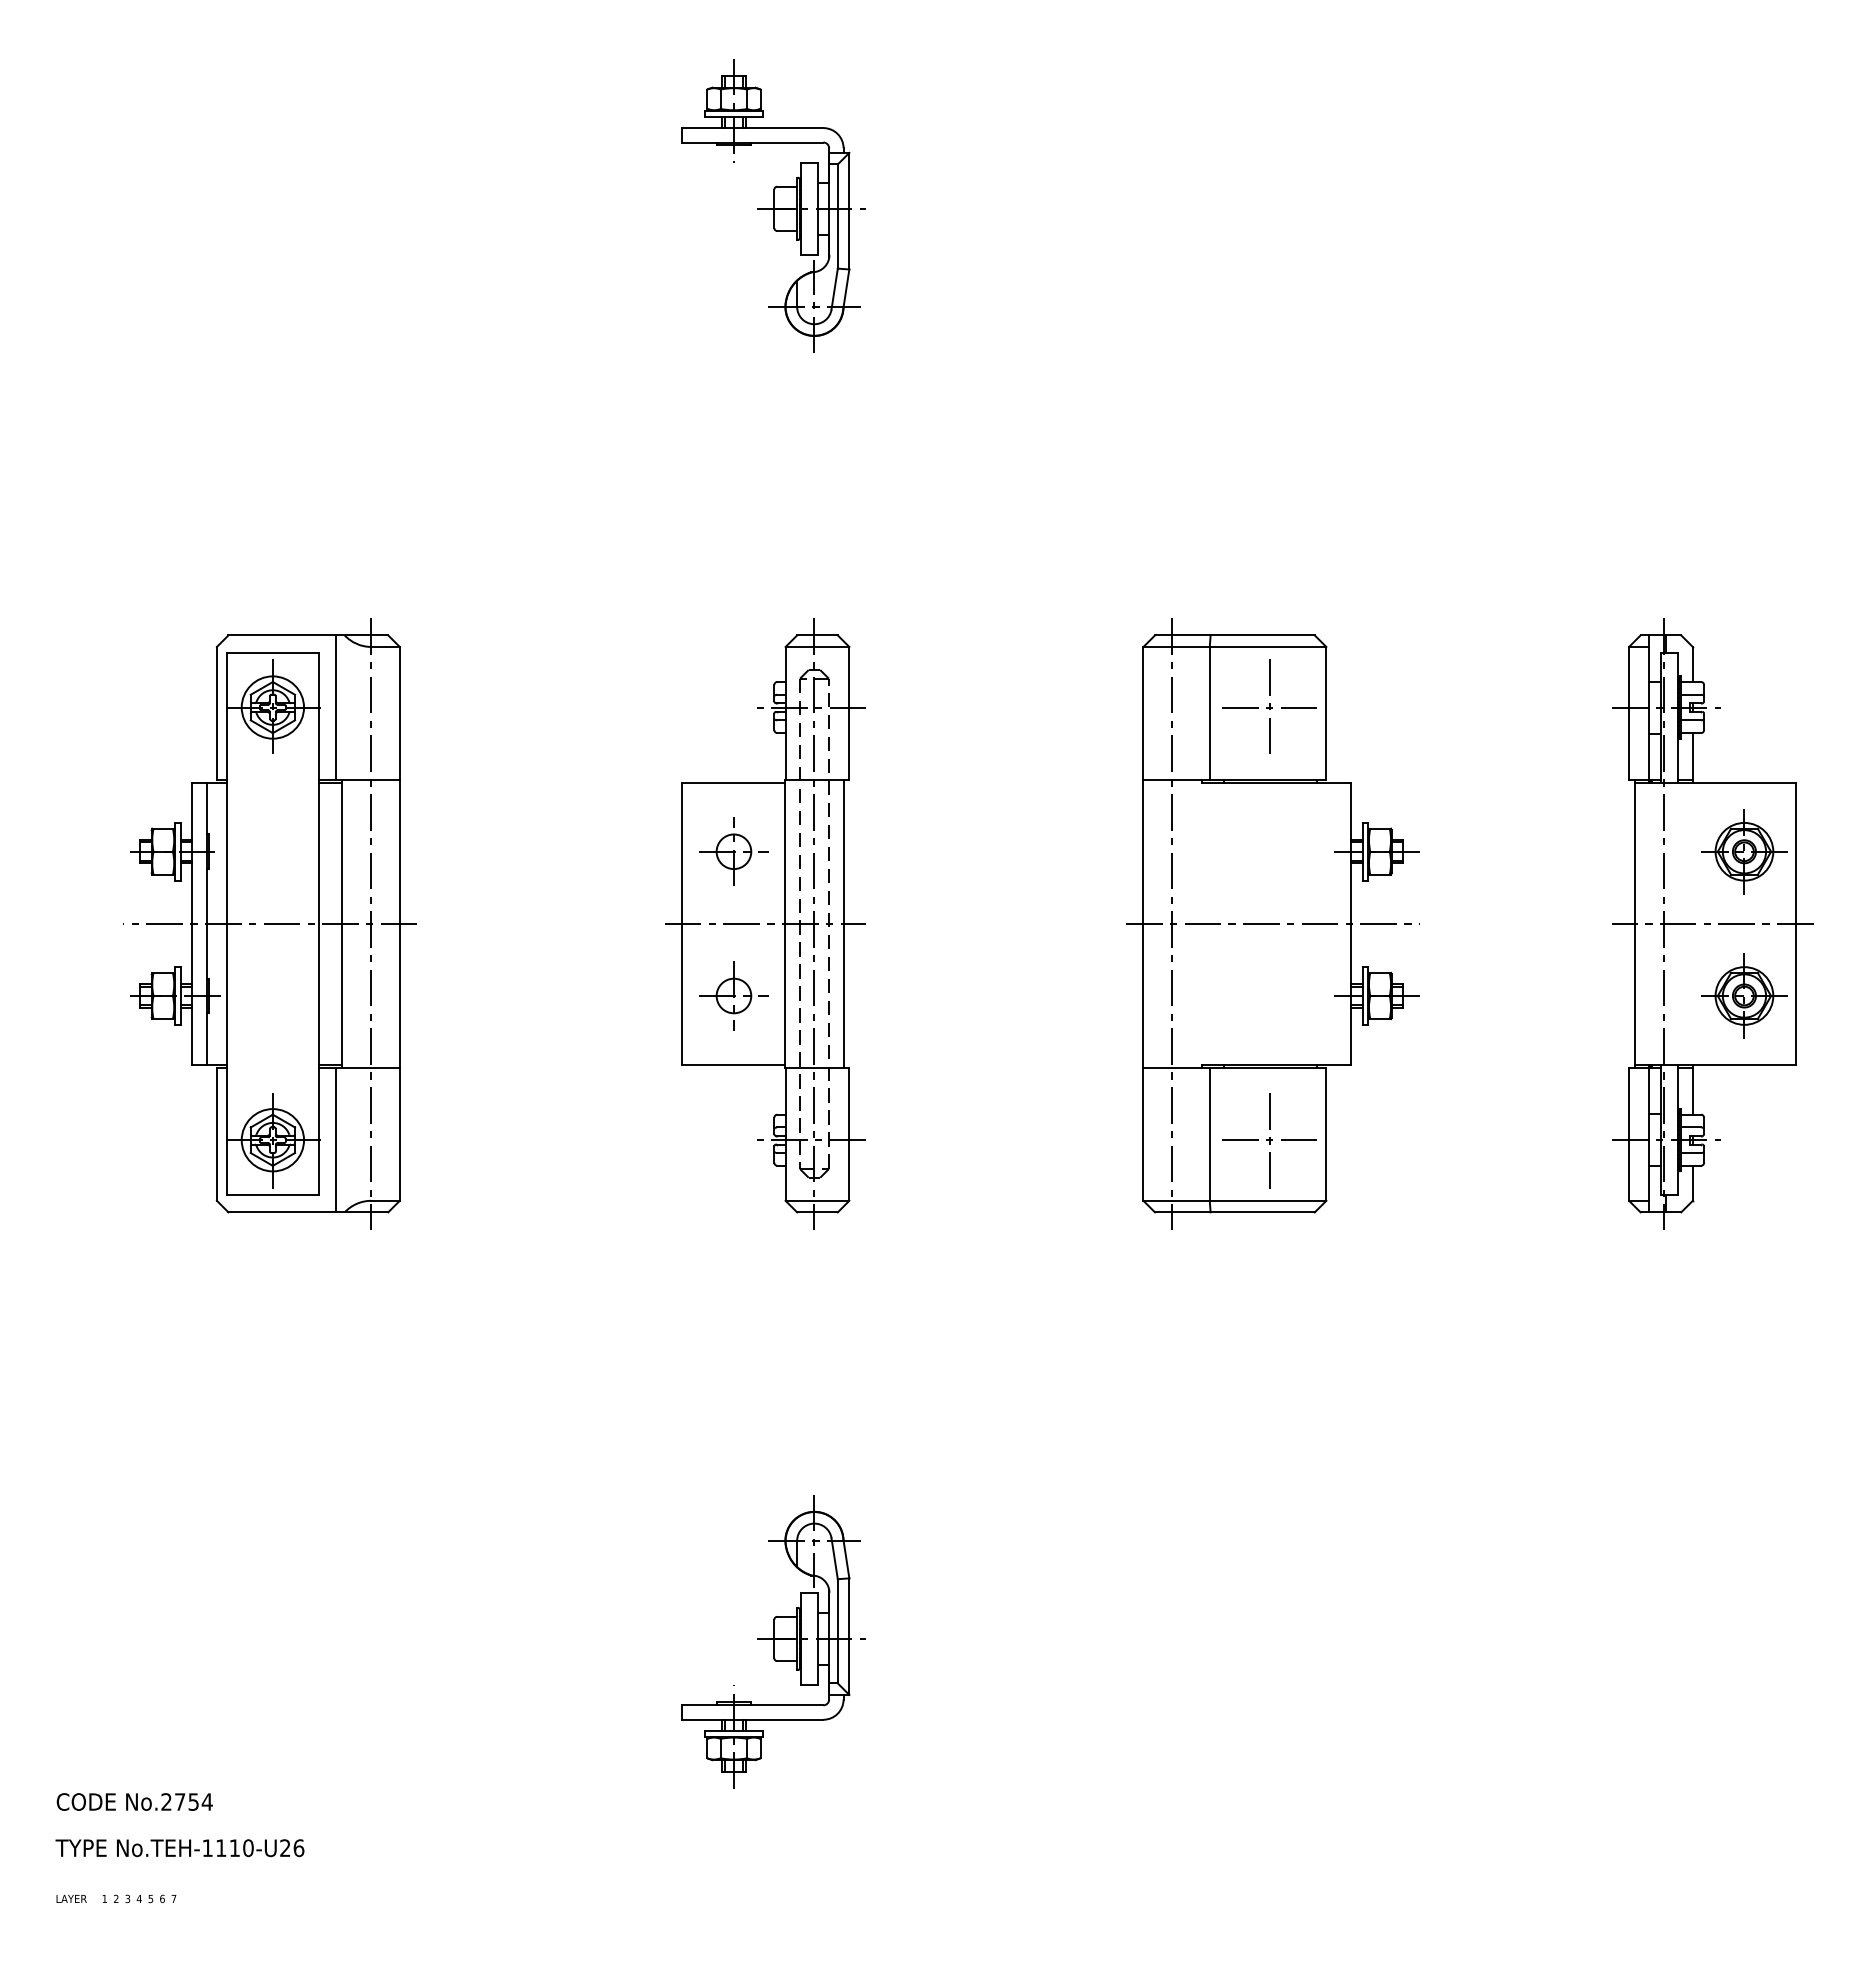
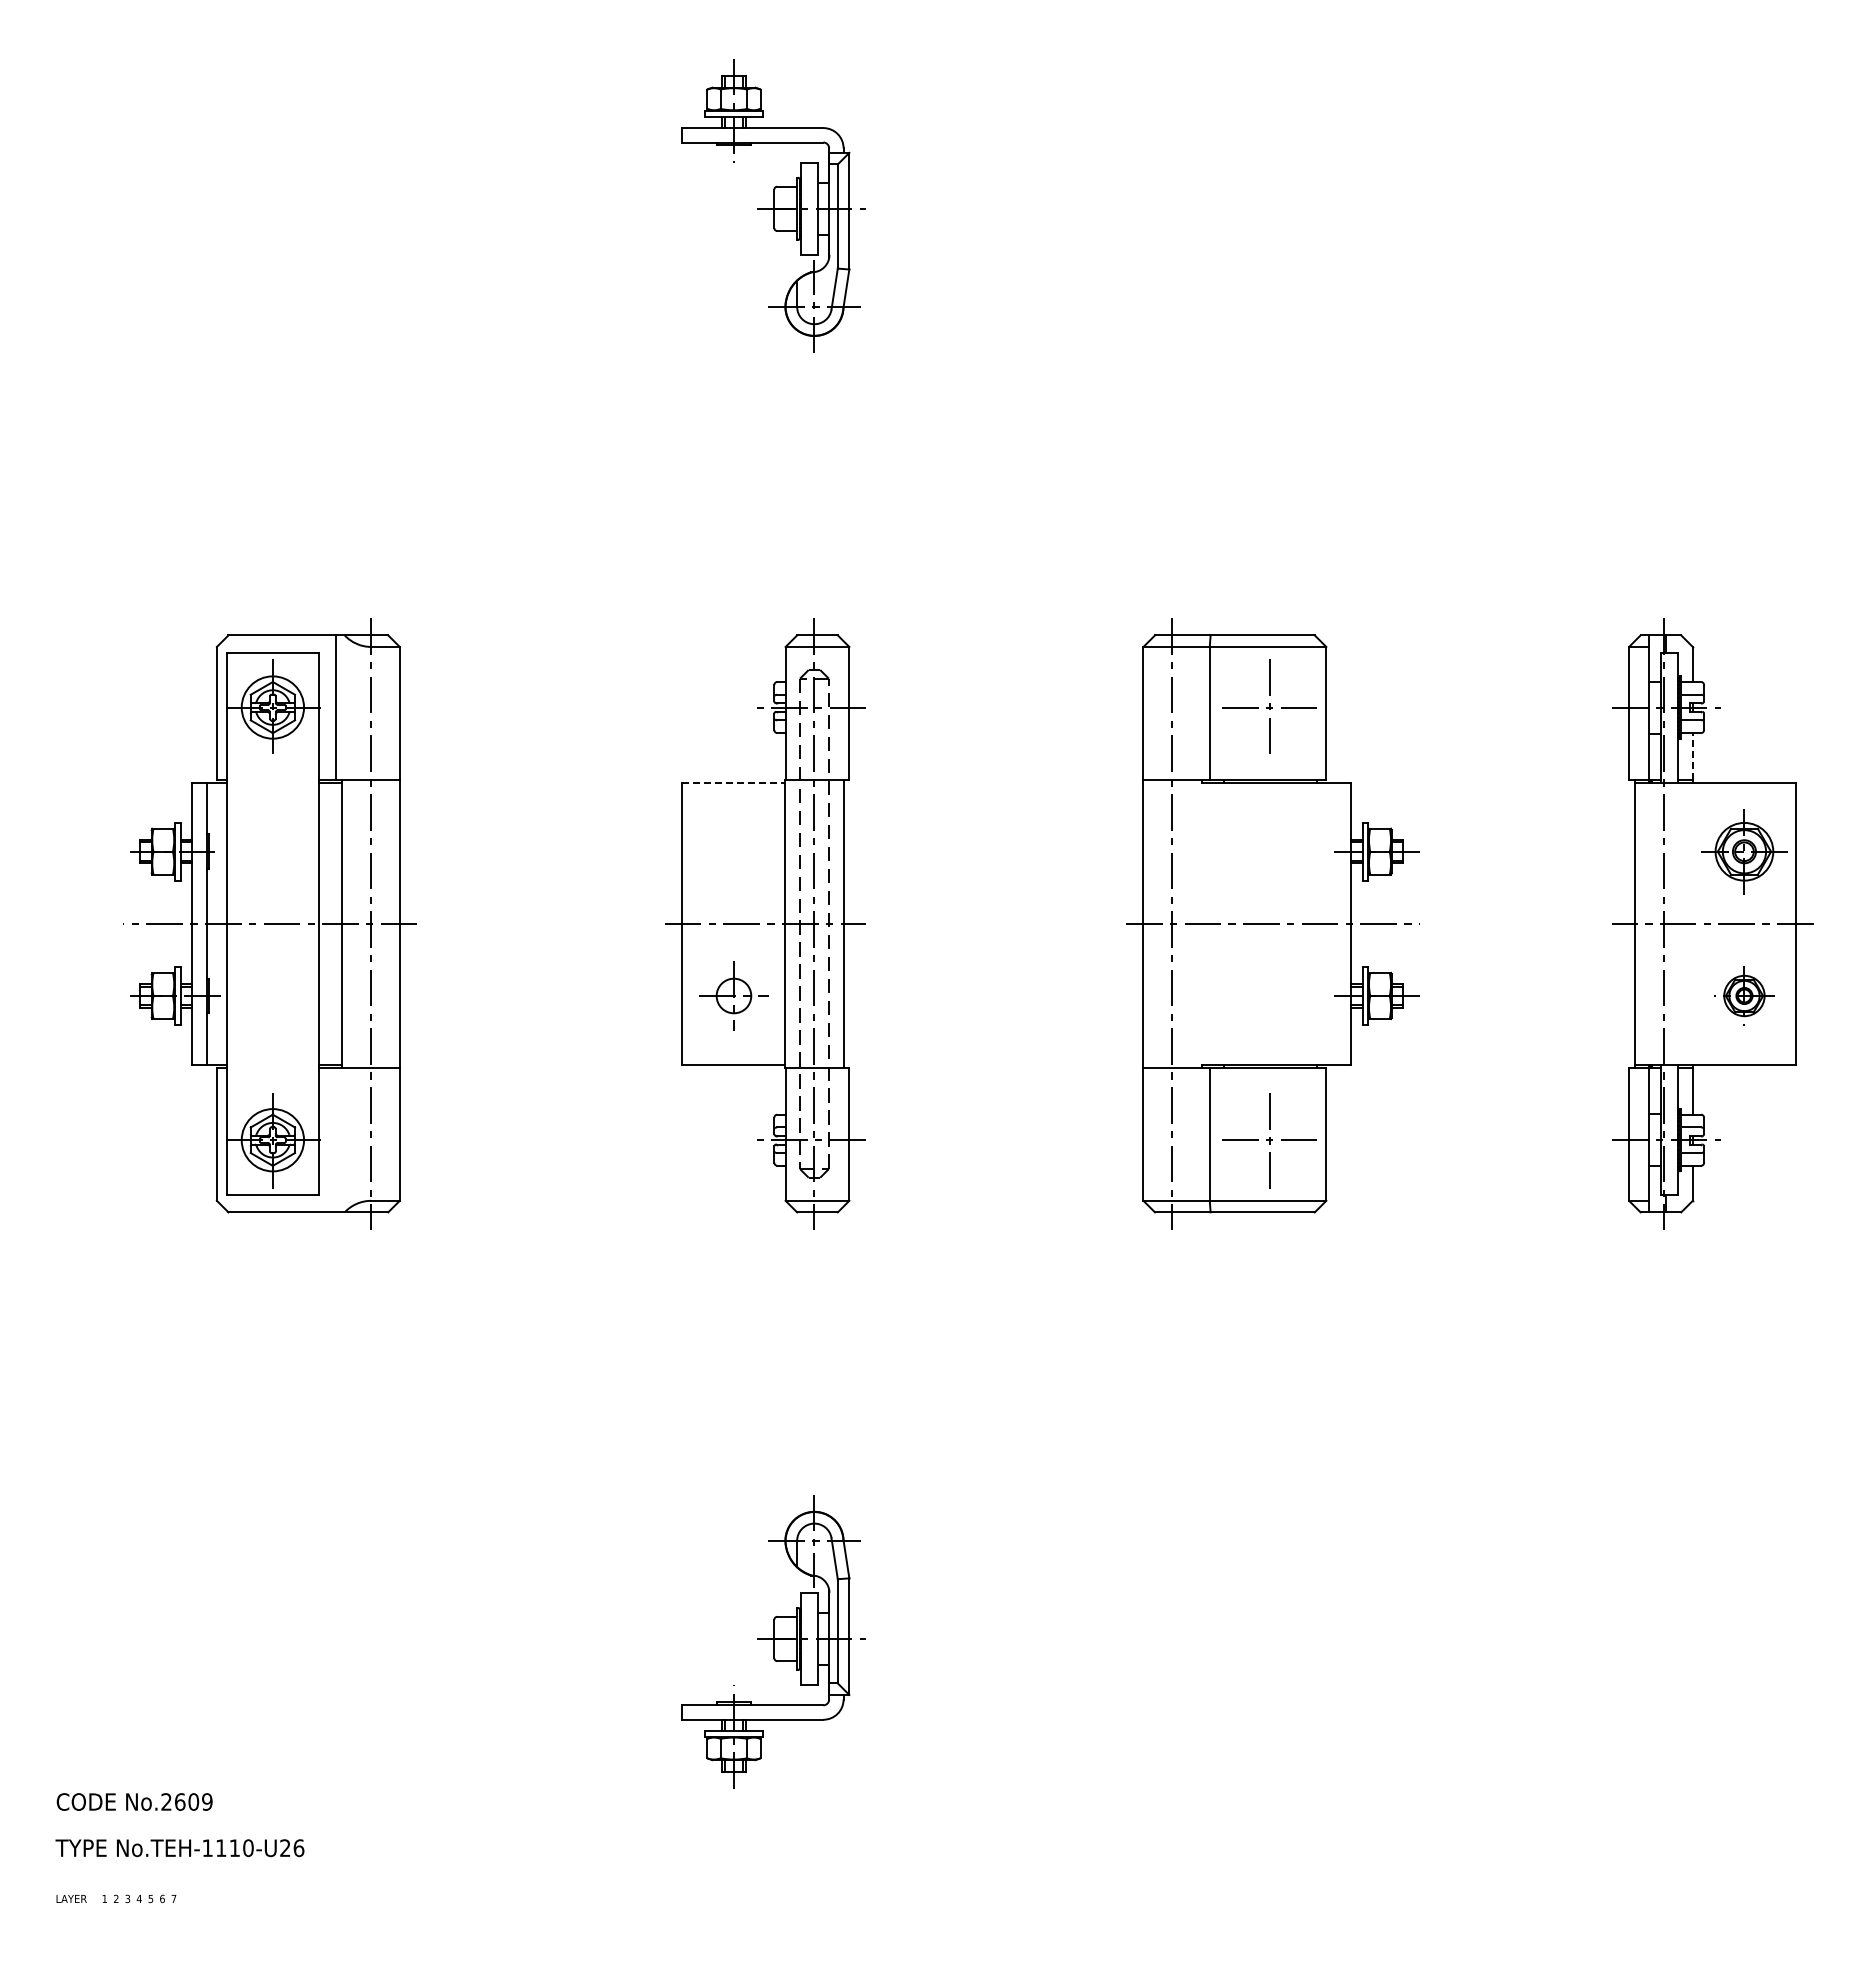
line at (1692, 755): solid -> dashed
line at (733, 782): solid -> dashed
part at (733, 851): present -> none
part at (1744, 995) size: 87x86 px -> 61x60 px
line at (336, 1140): present -> none
text at (193, 1801): No.2754 -> No.2609
